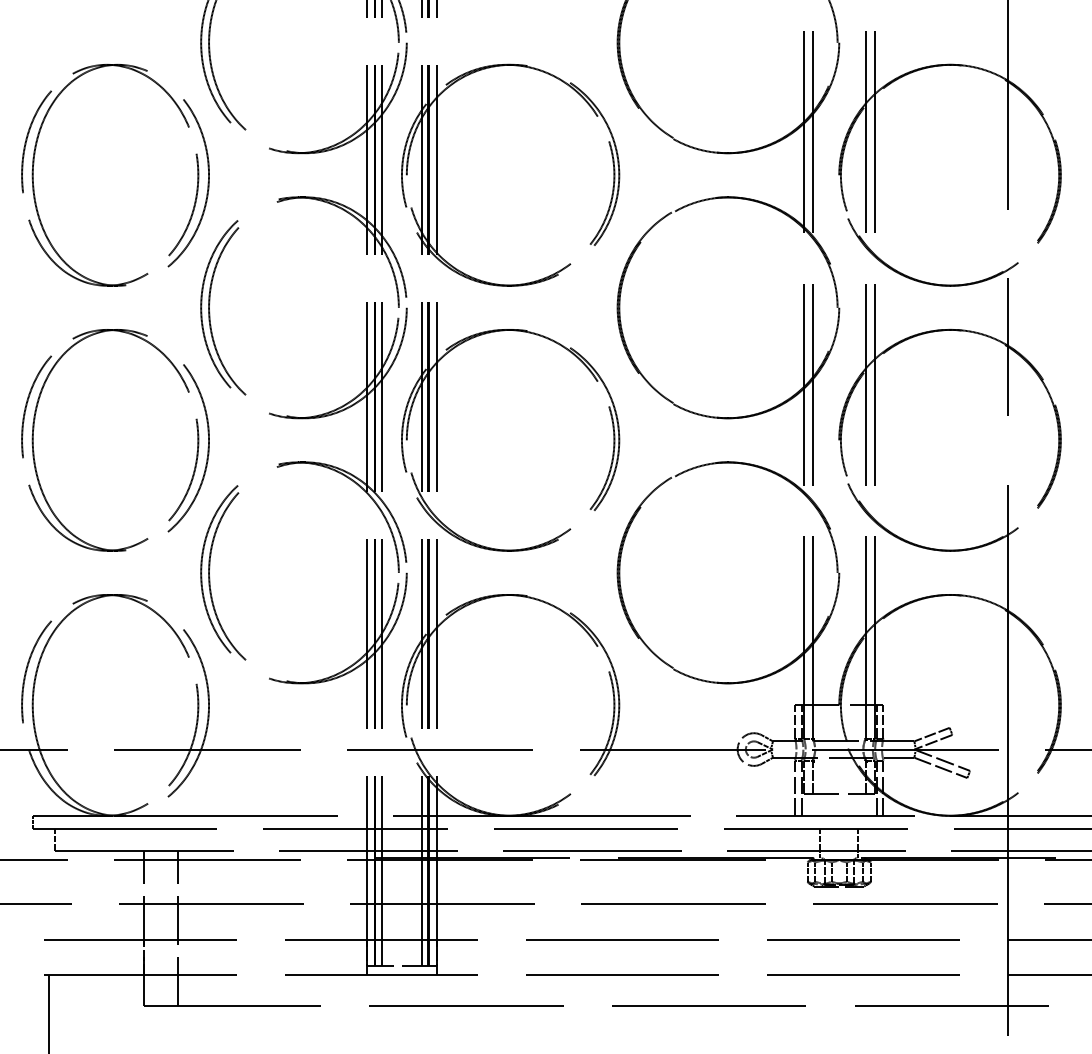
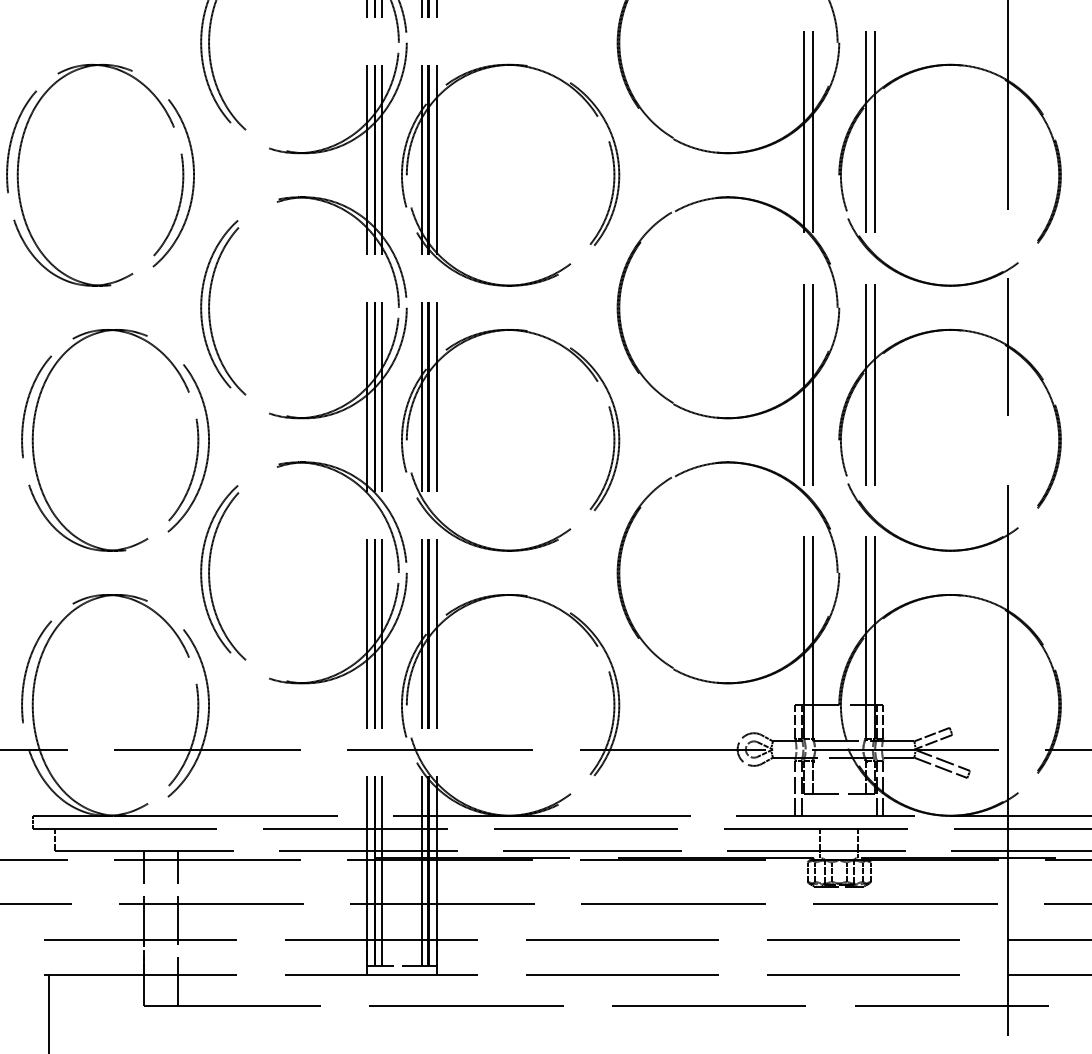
part at (34, 164) position: (34, 164) -> (19, 164)
